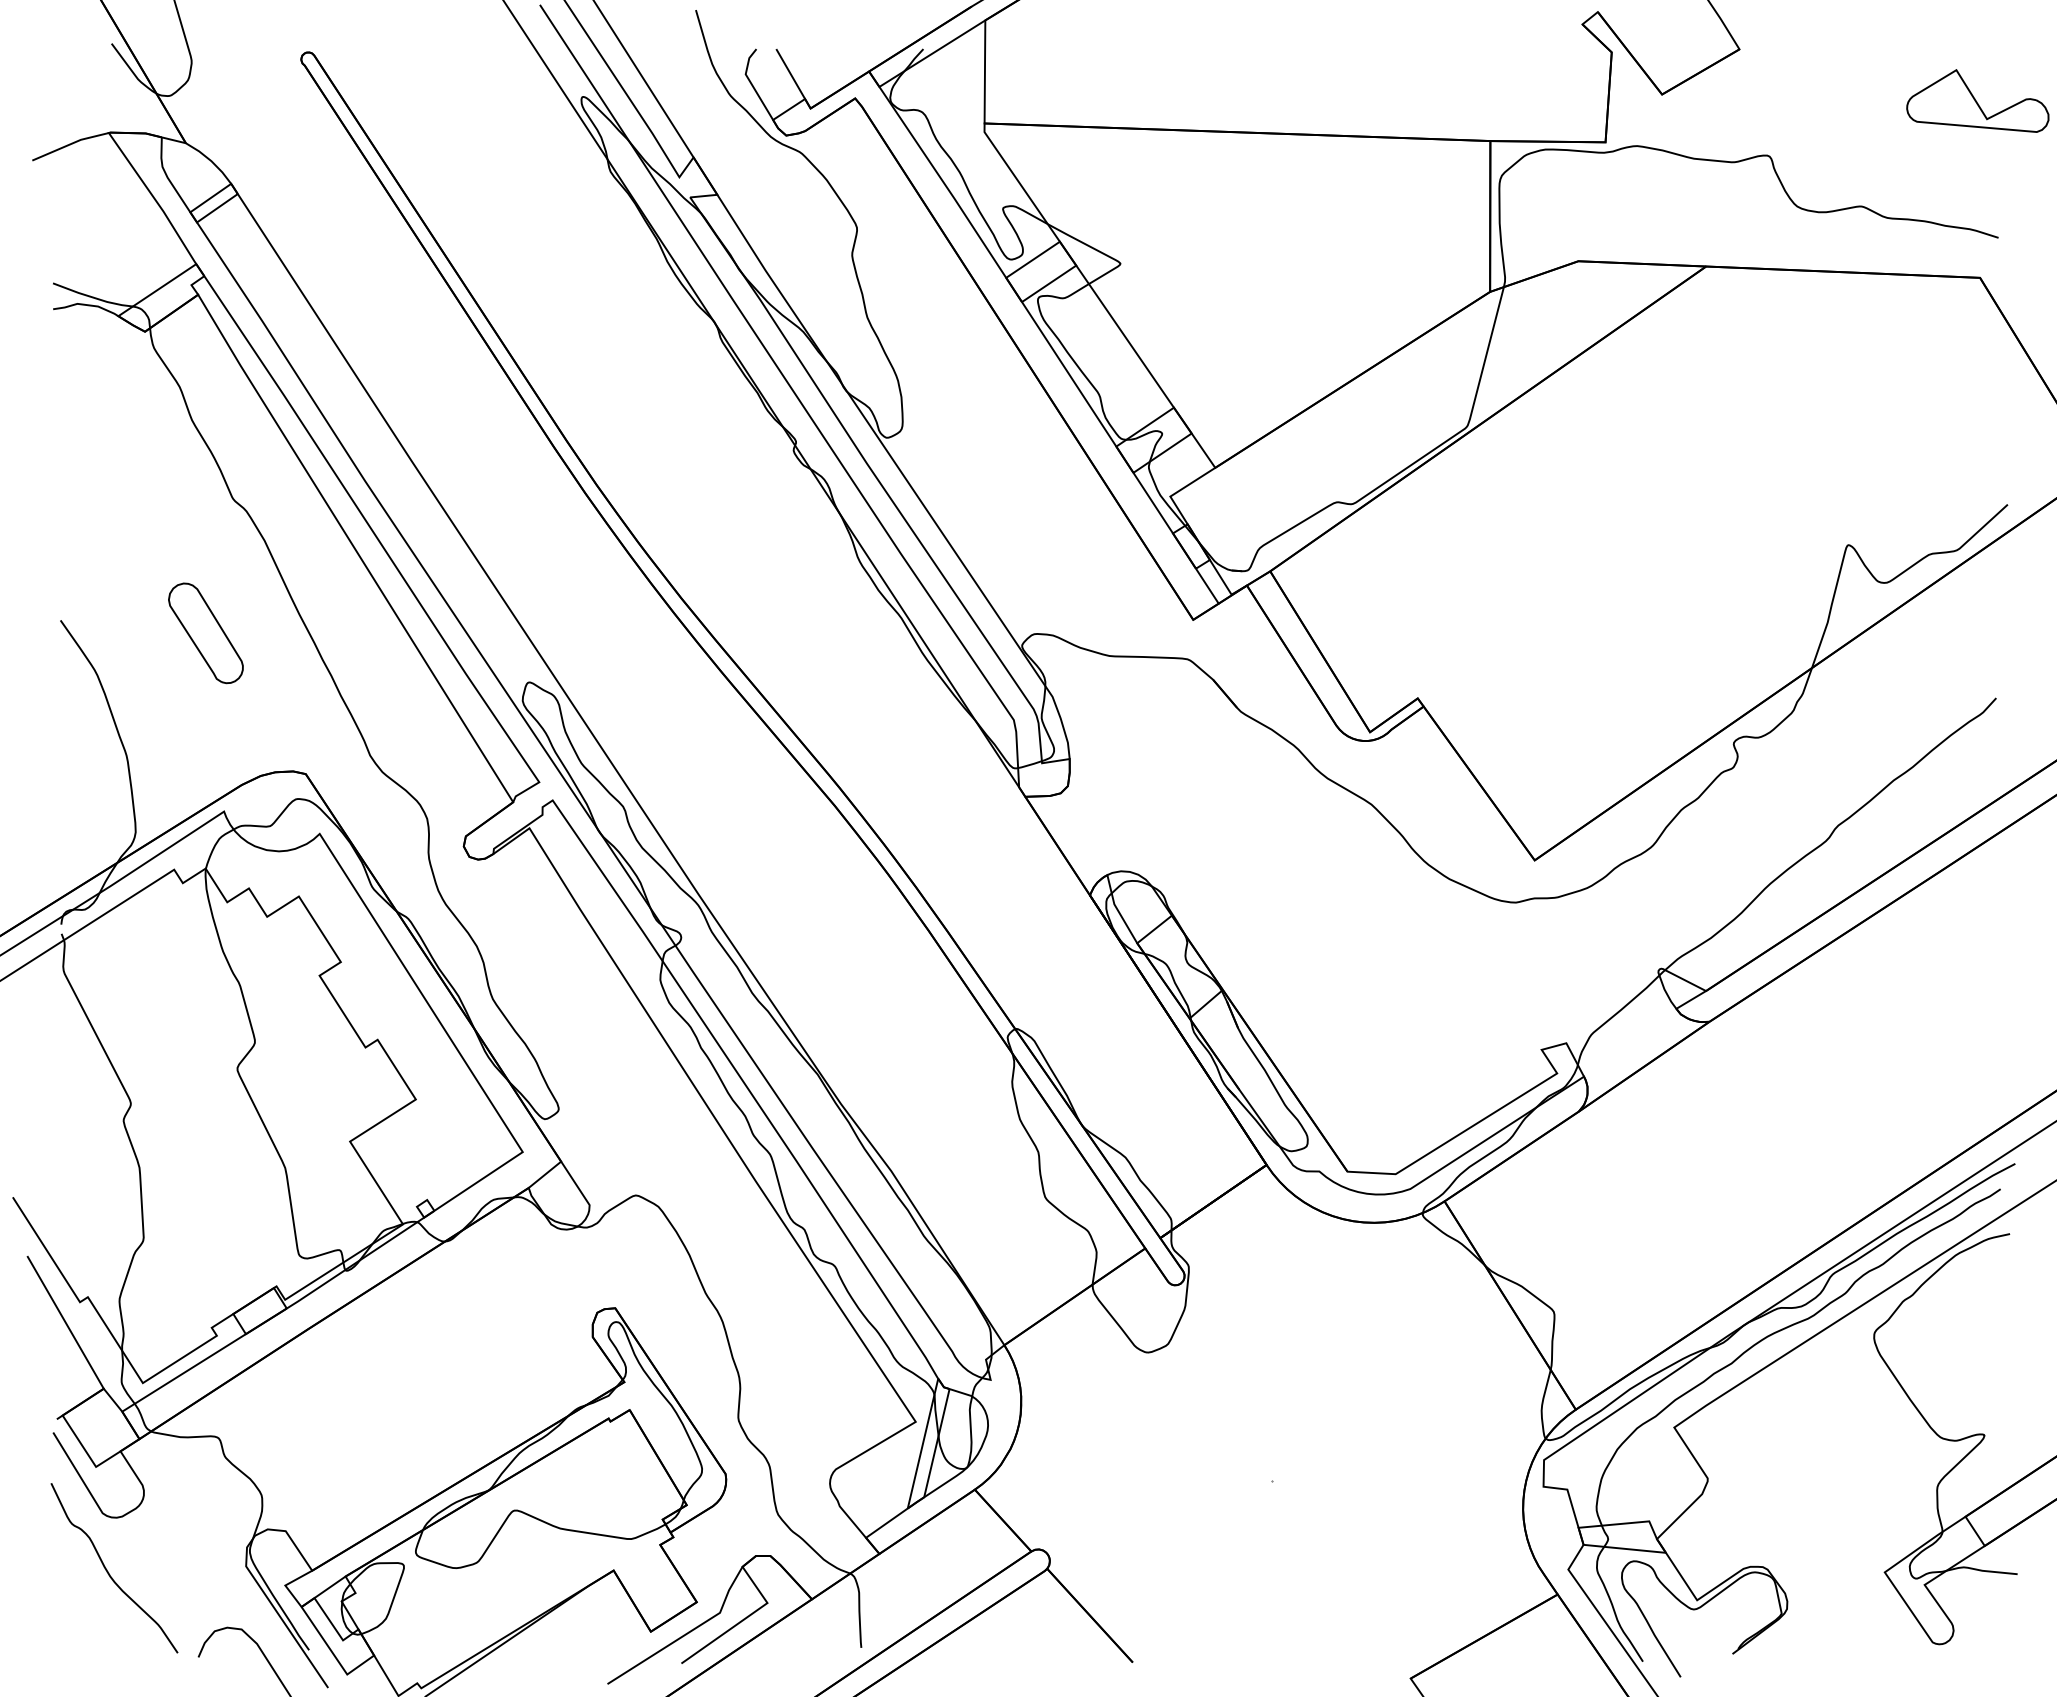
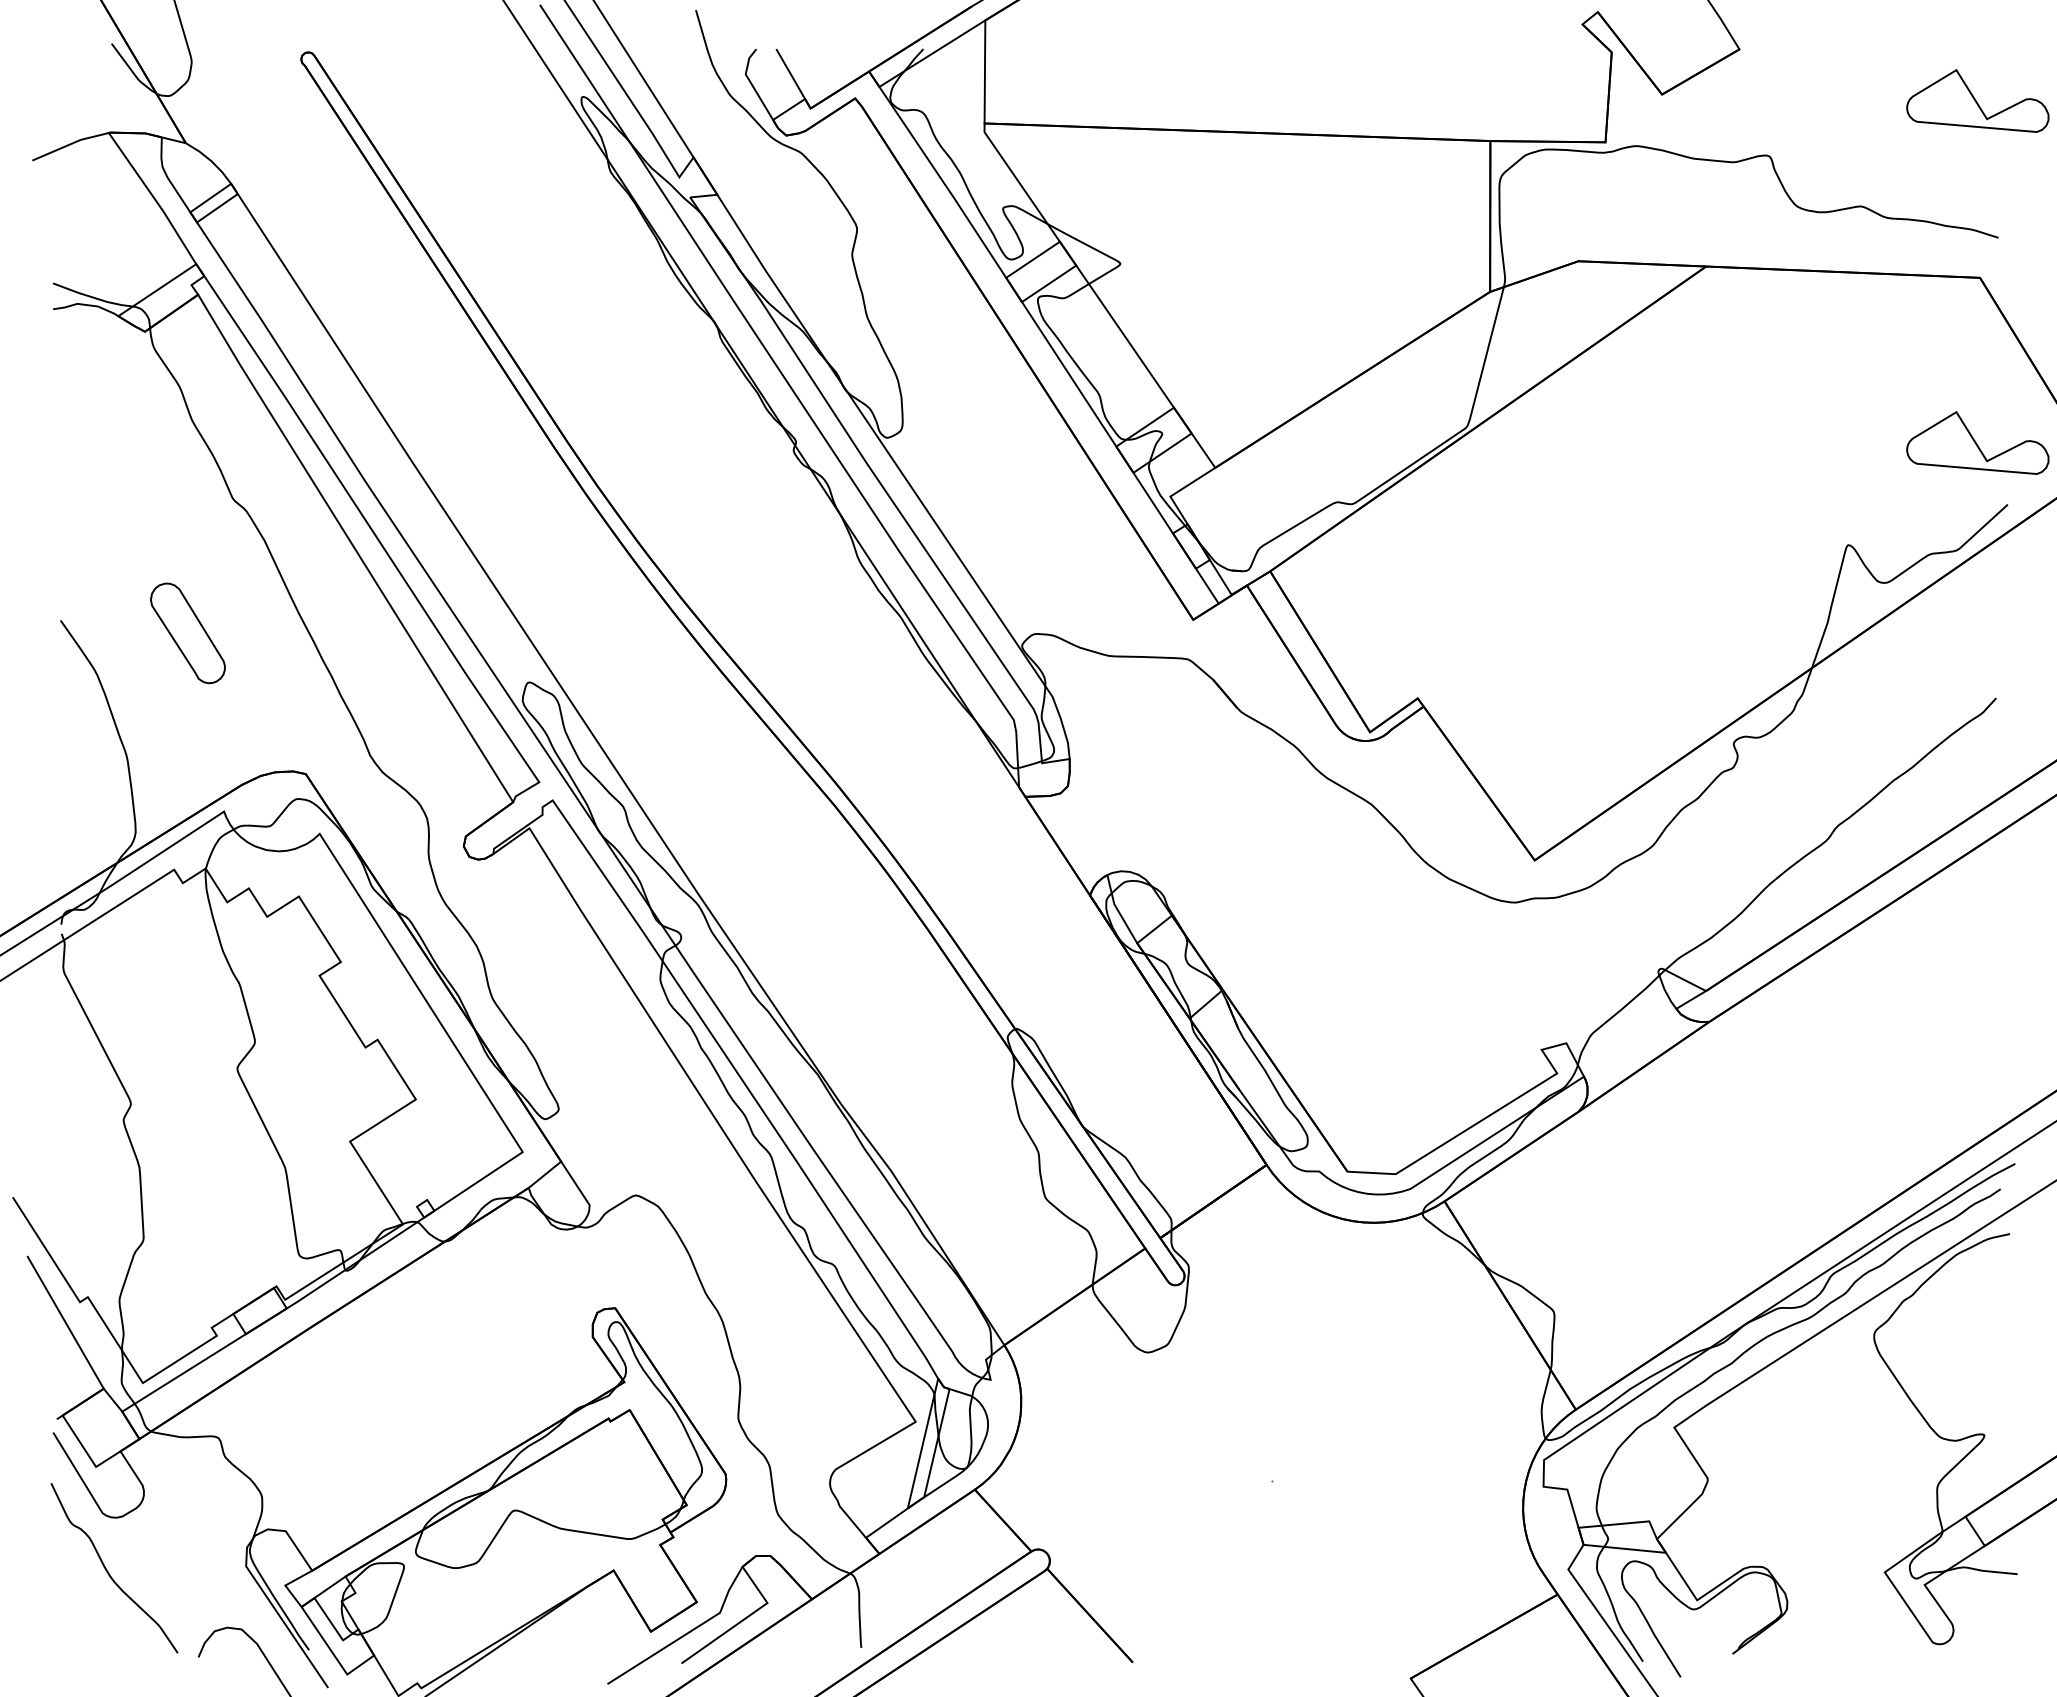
part at (1977, 442): none -> present
part at (205, 633) position: (205, 633) -> (187, 633)
